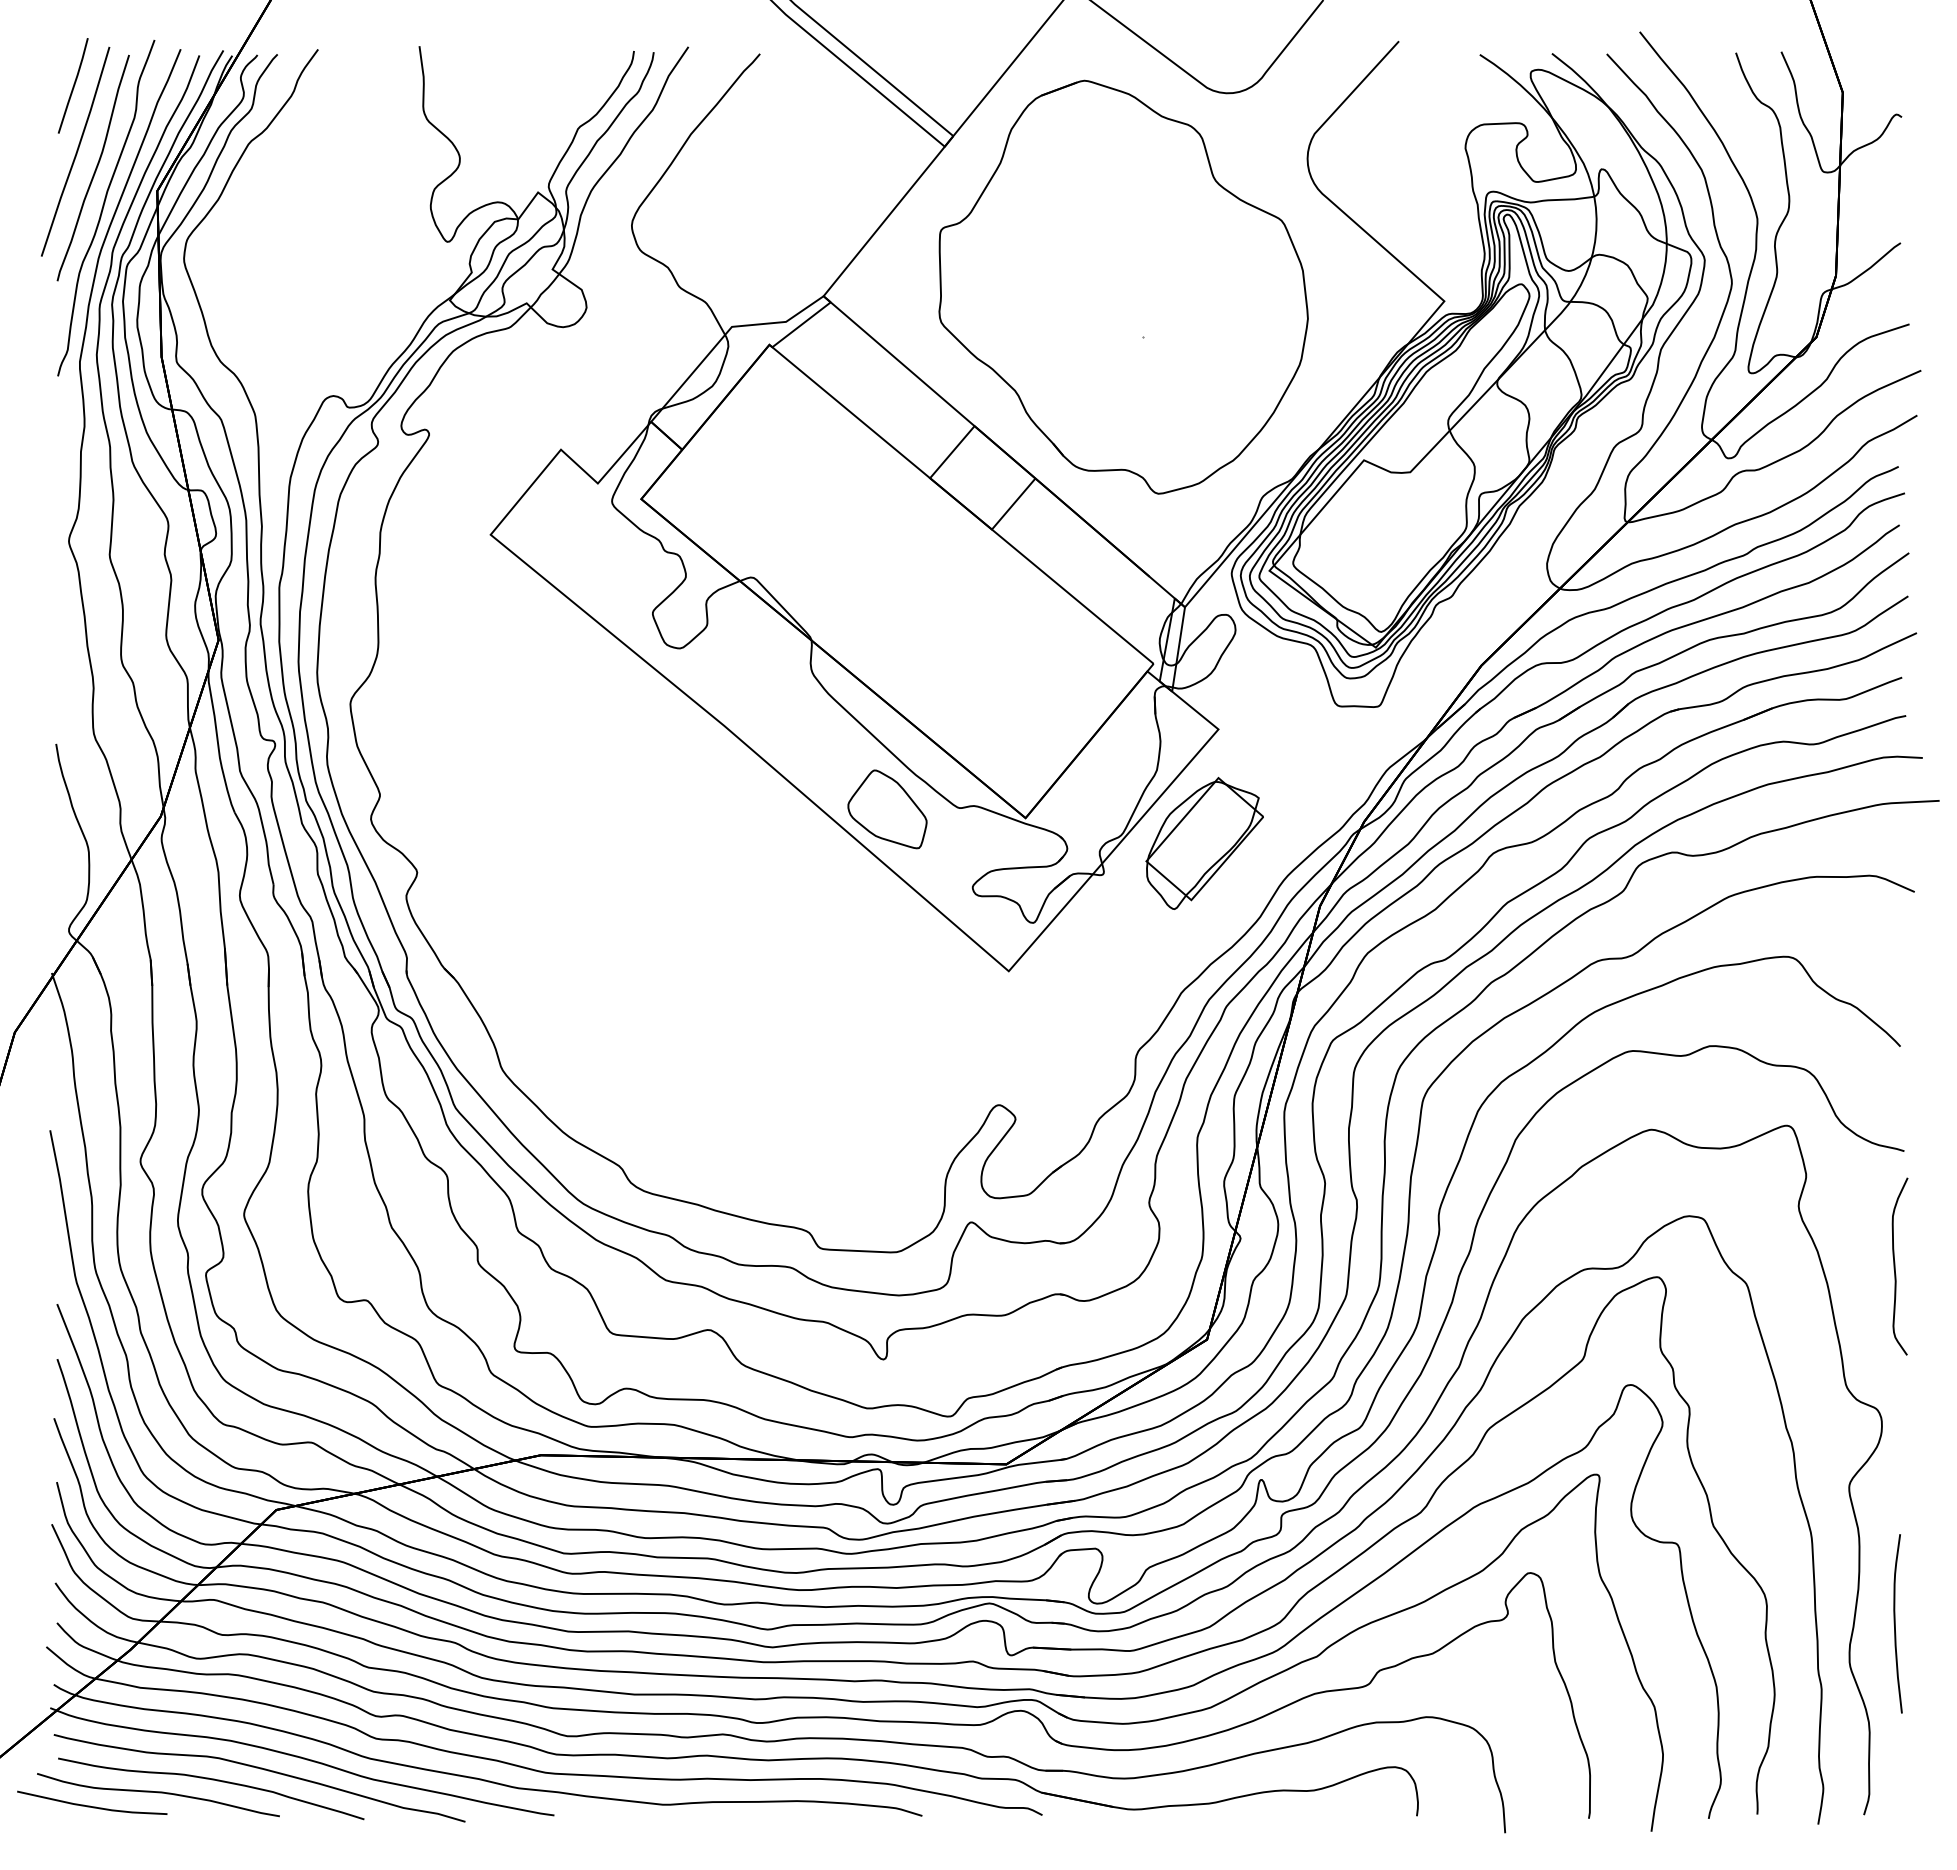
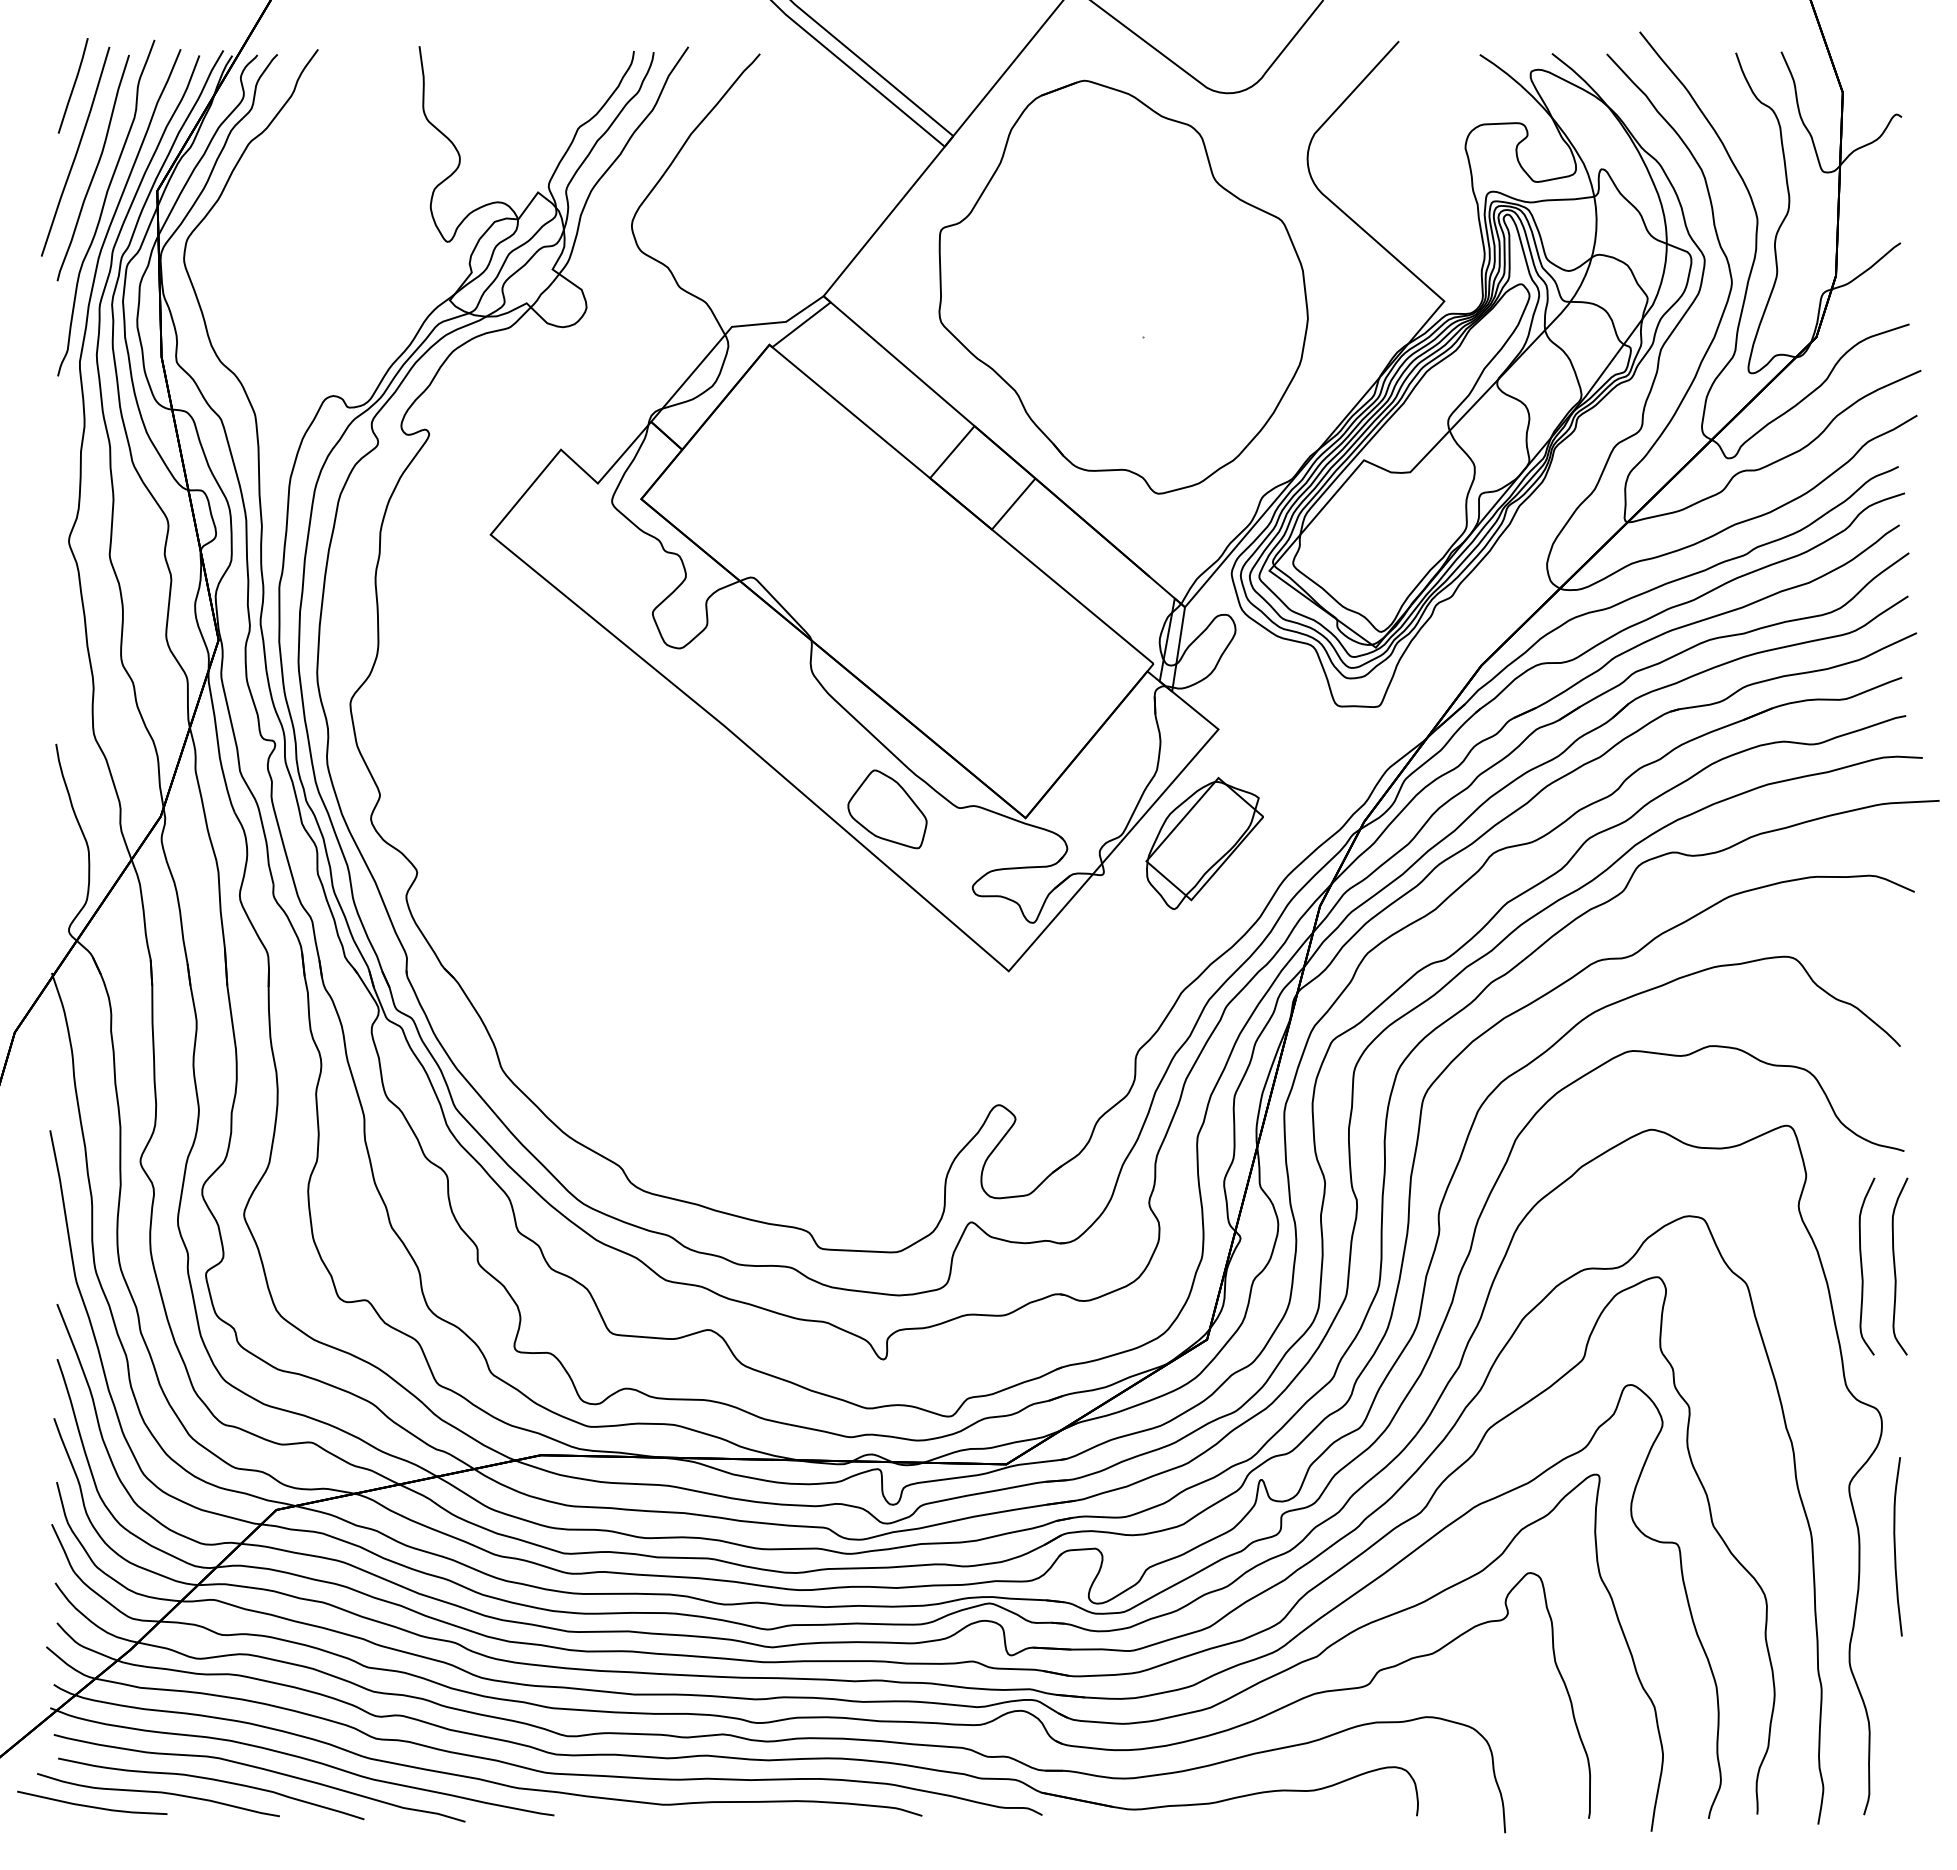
curve at (1862, 1266): none -> present
curve at (1895, 1623) position: (1895, 1623) -> (1895, 1546)
